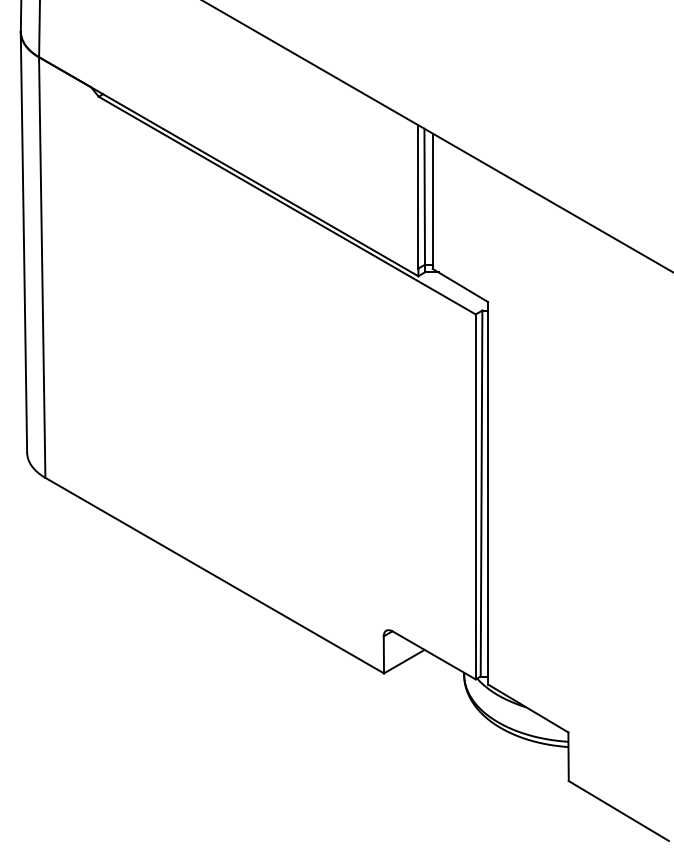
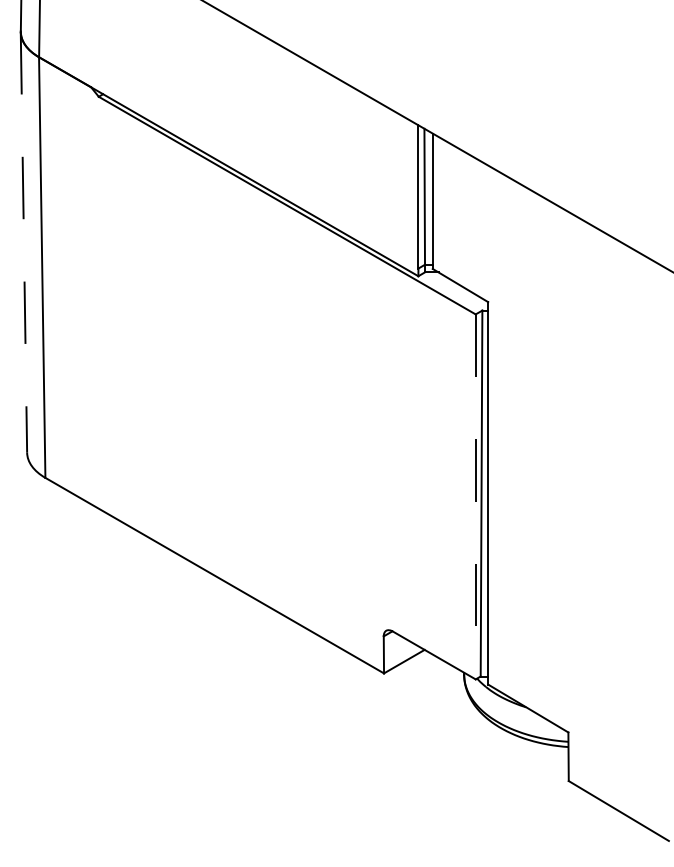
line at (23, 242): solid -> dashed
line at (475, 497): solid -> dashed
